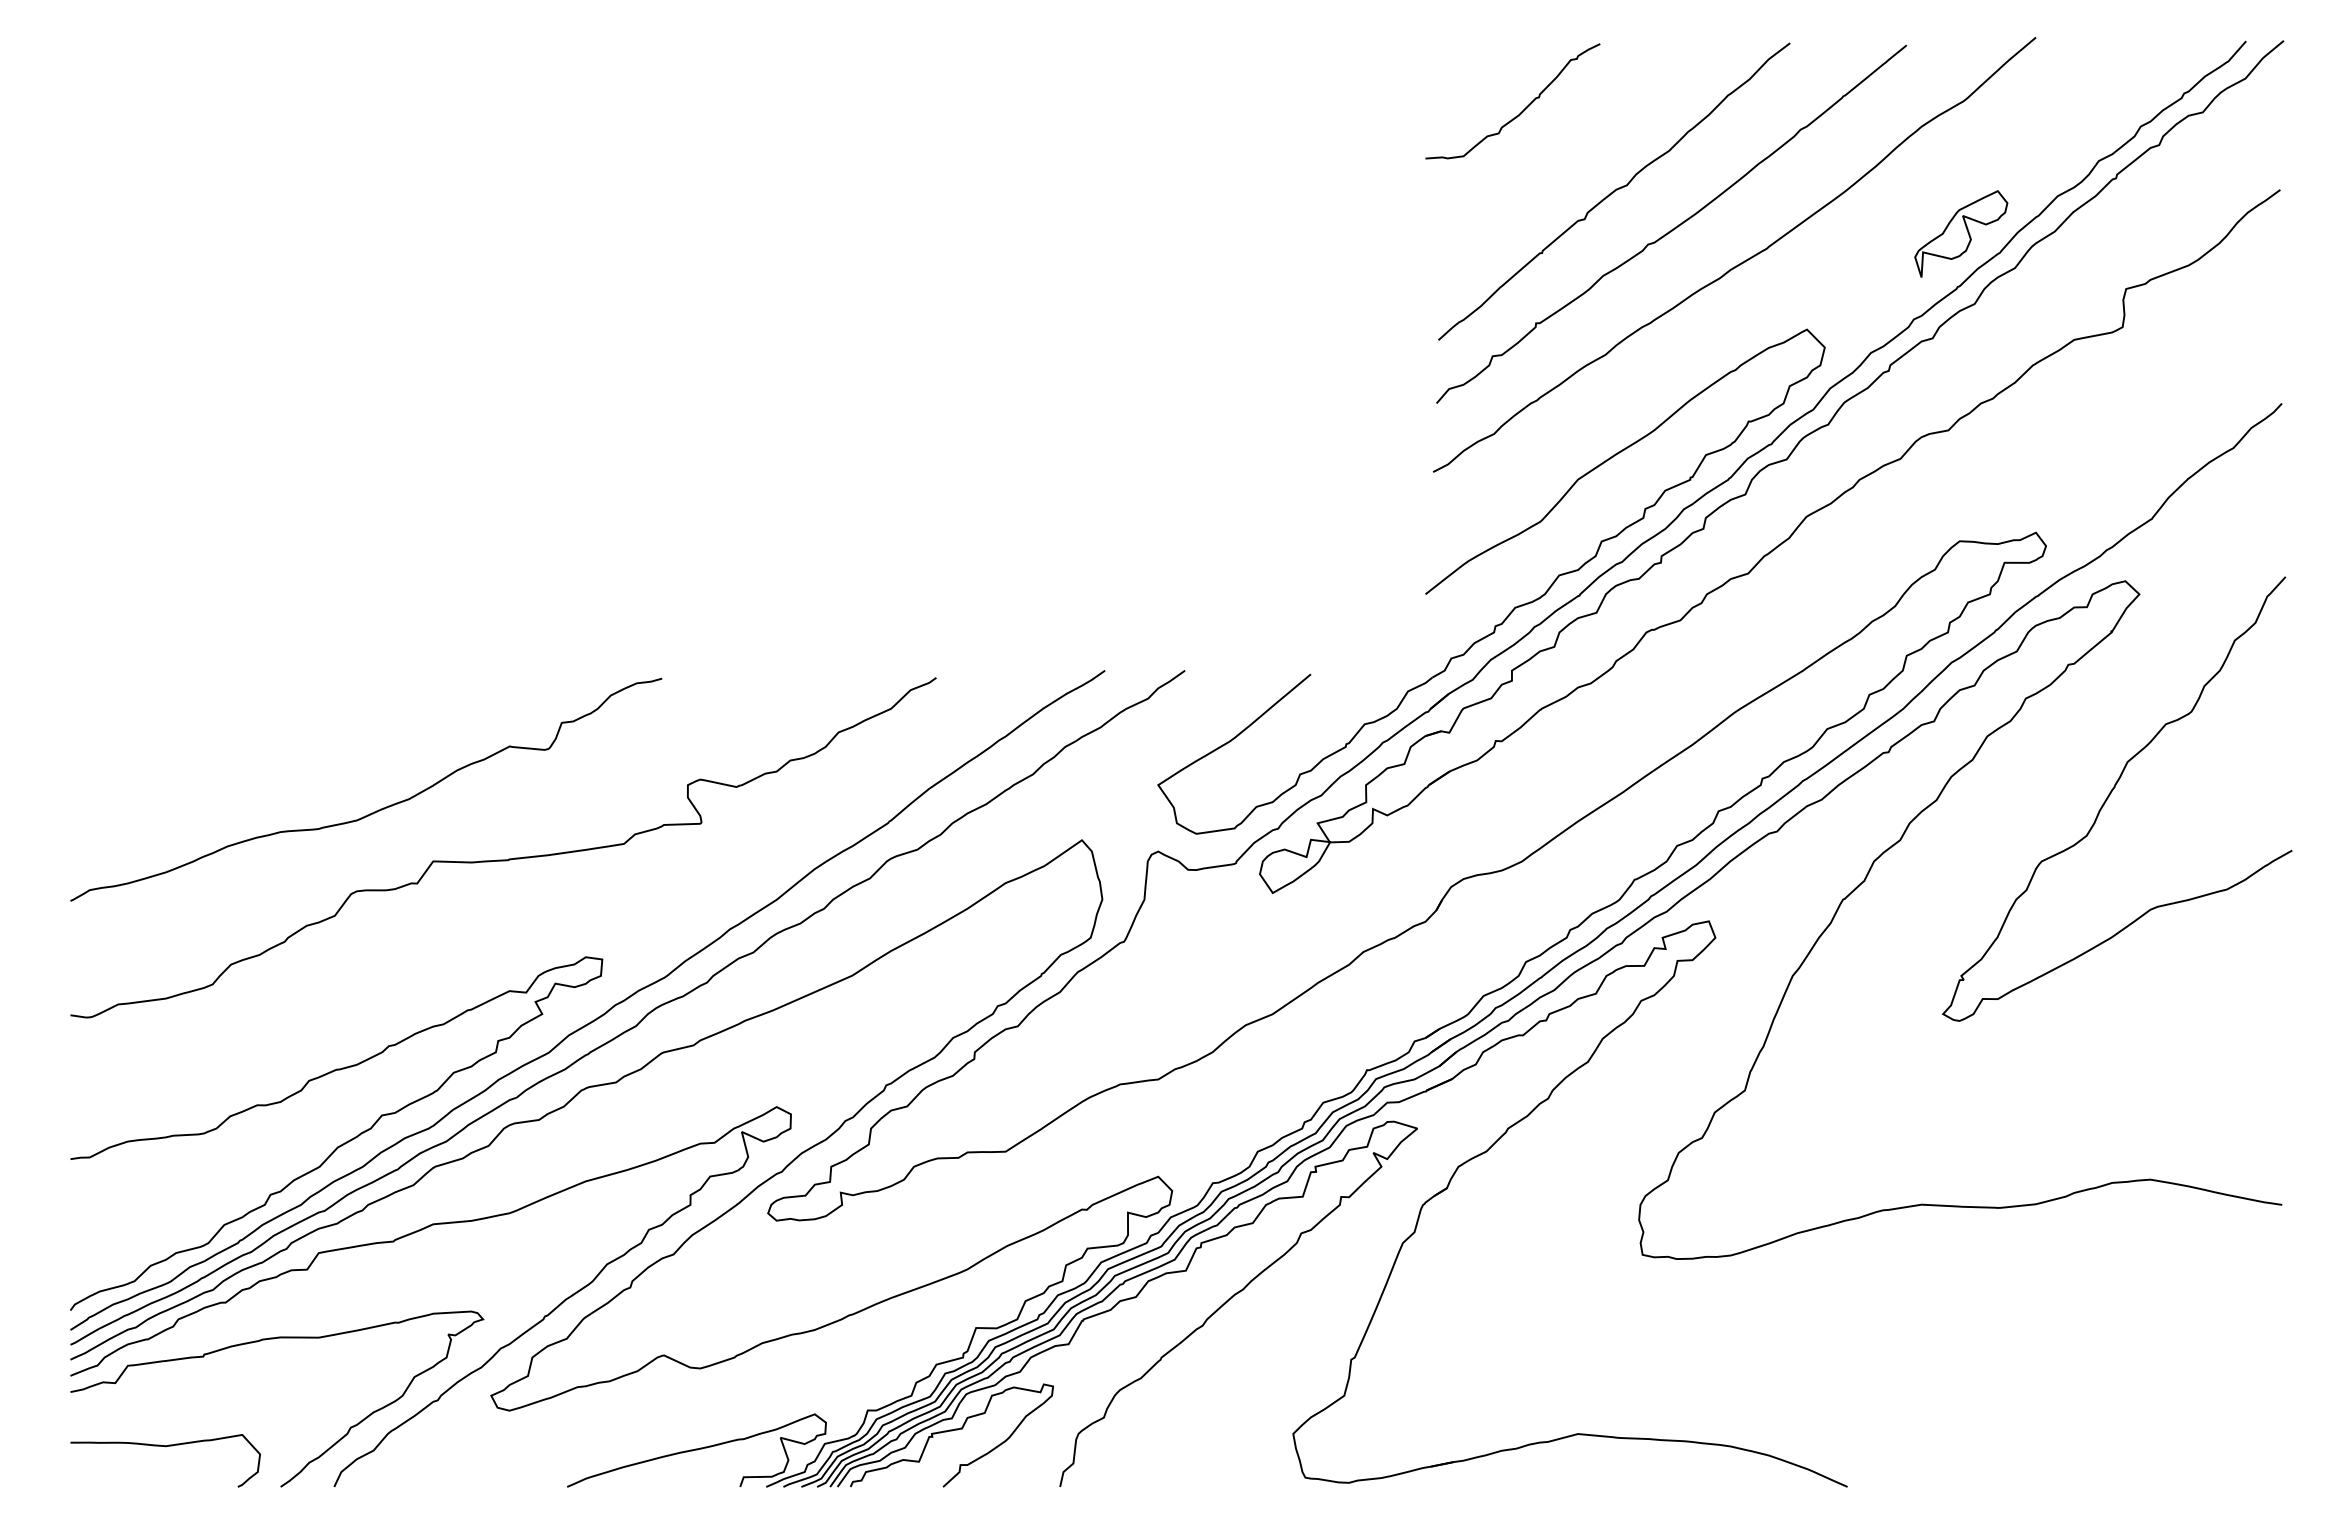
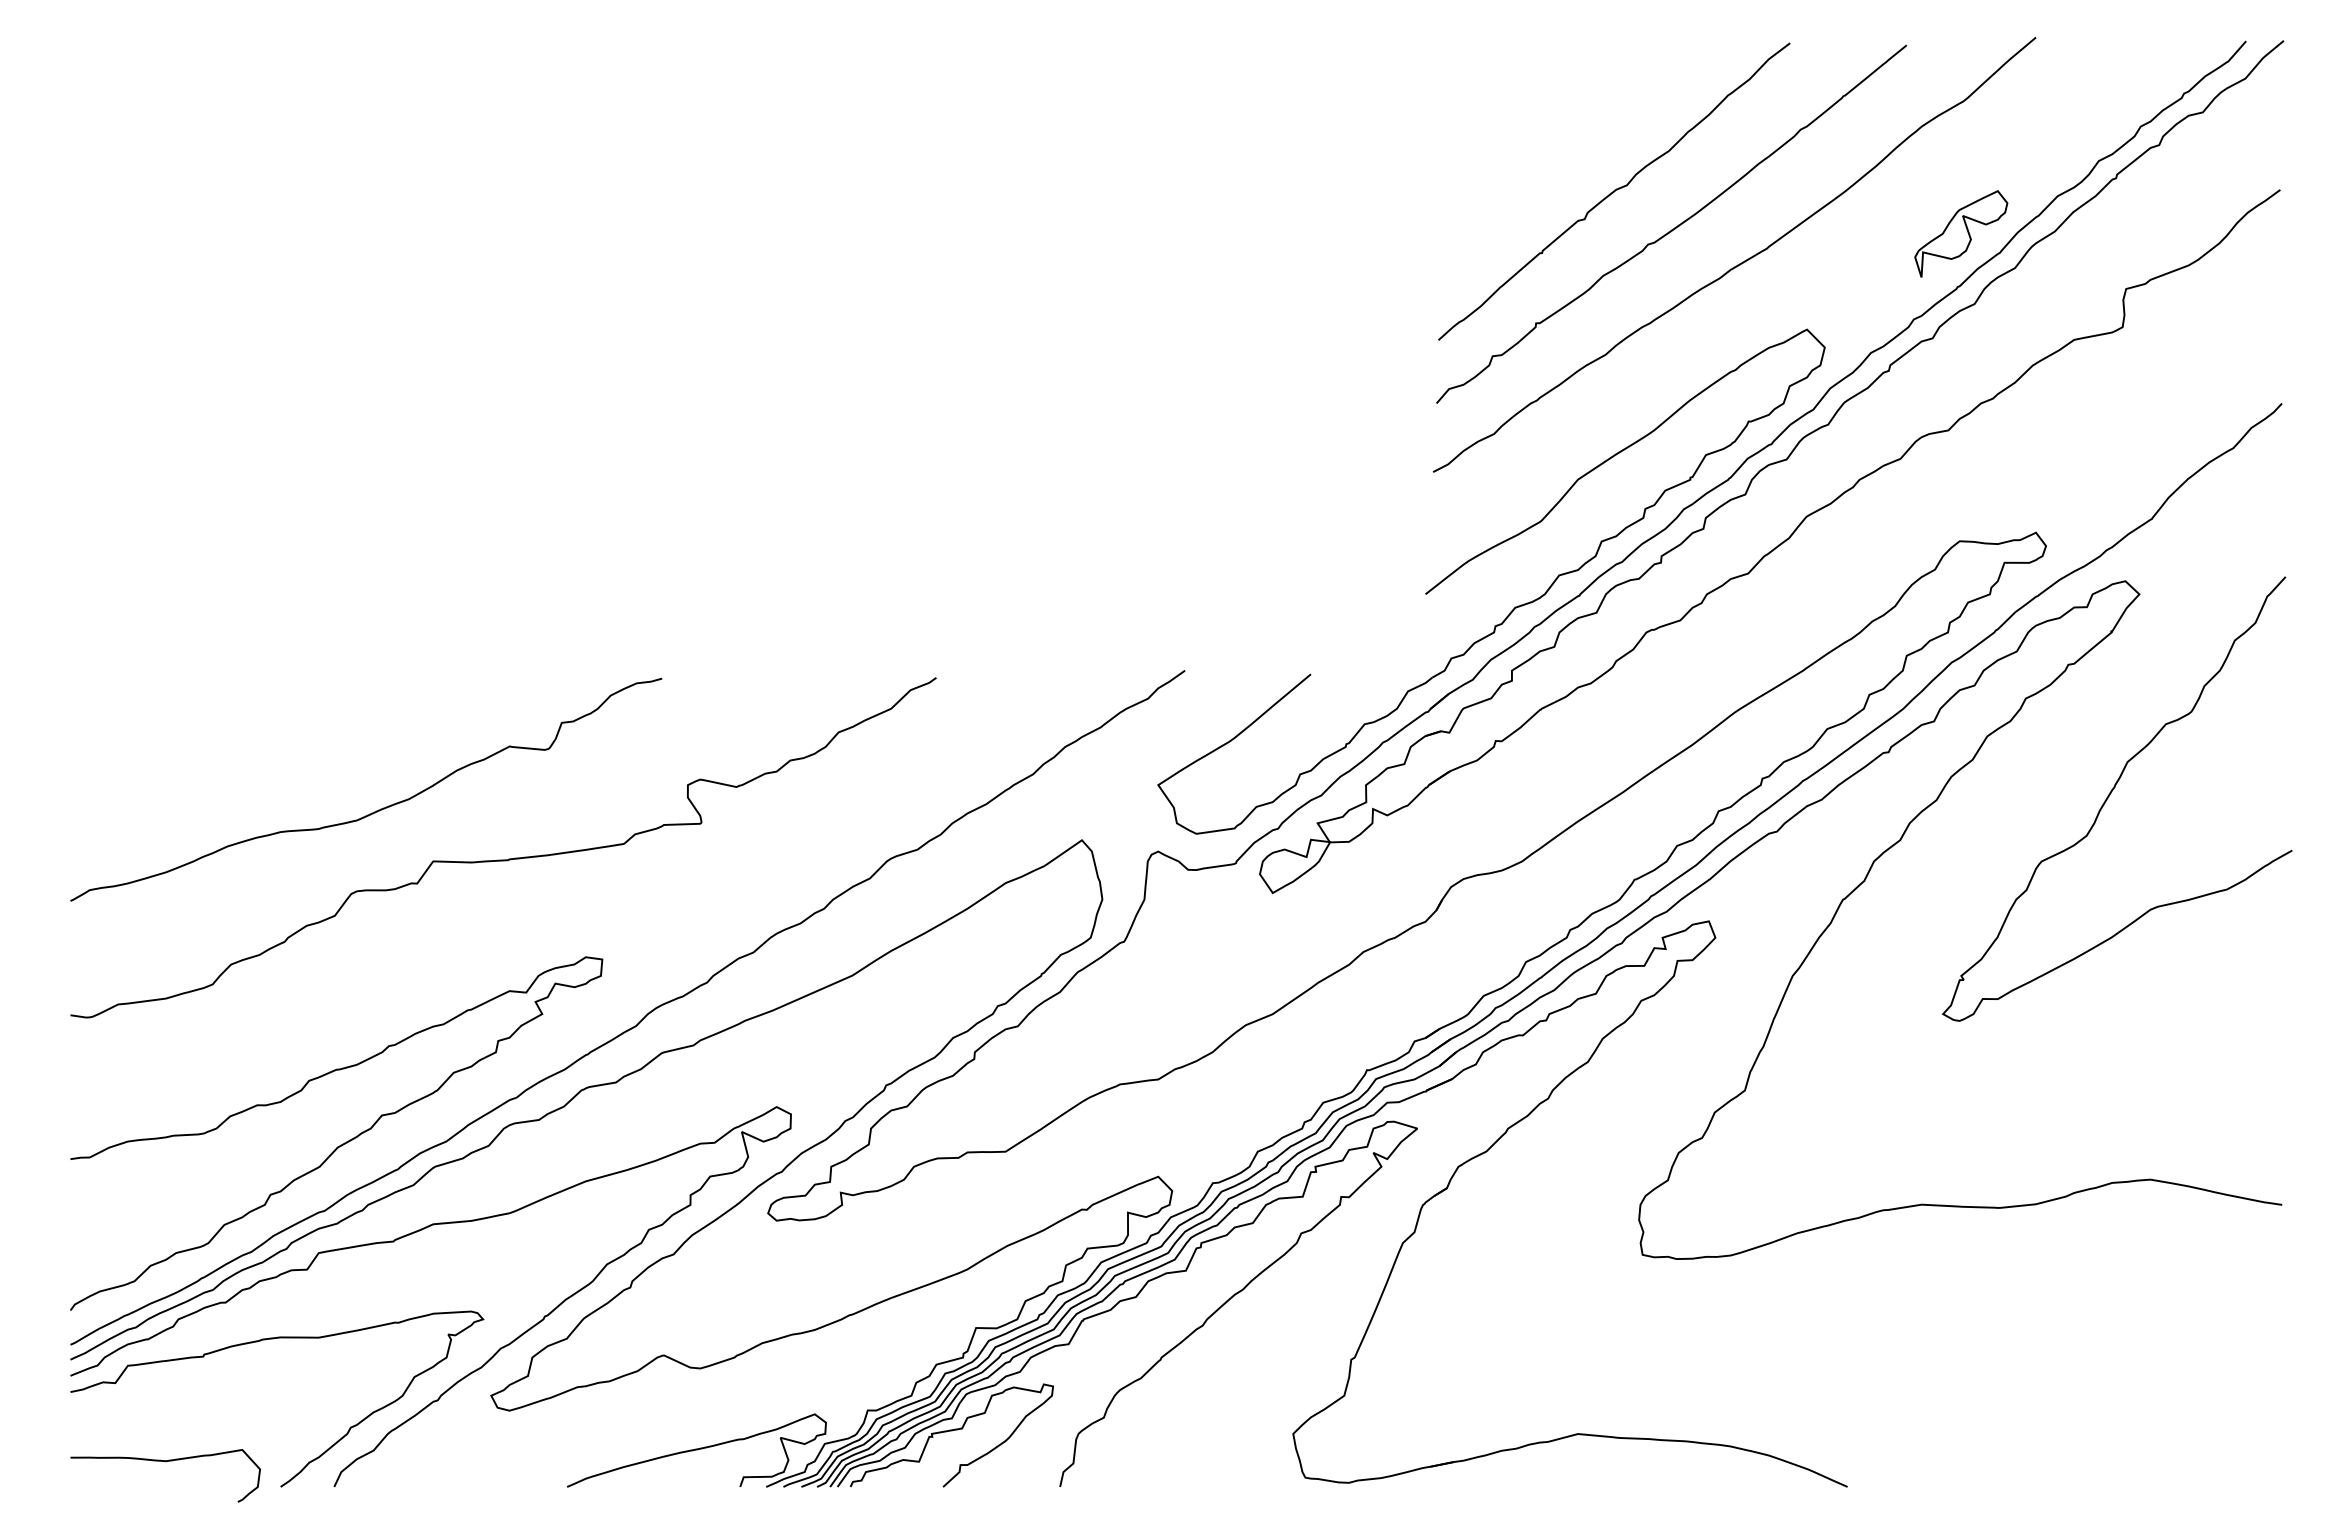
curve at (1522, 110): present -> none
curve at (598, 1016): present -> none
curve at (165, 1447) position: (165, 1447) -> (165, 1462)
